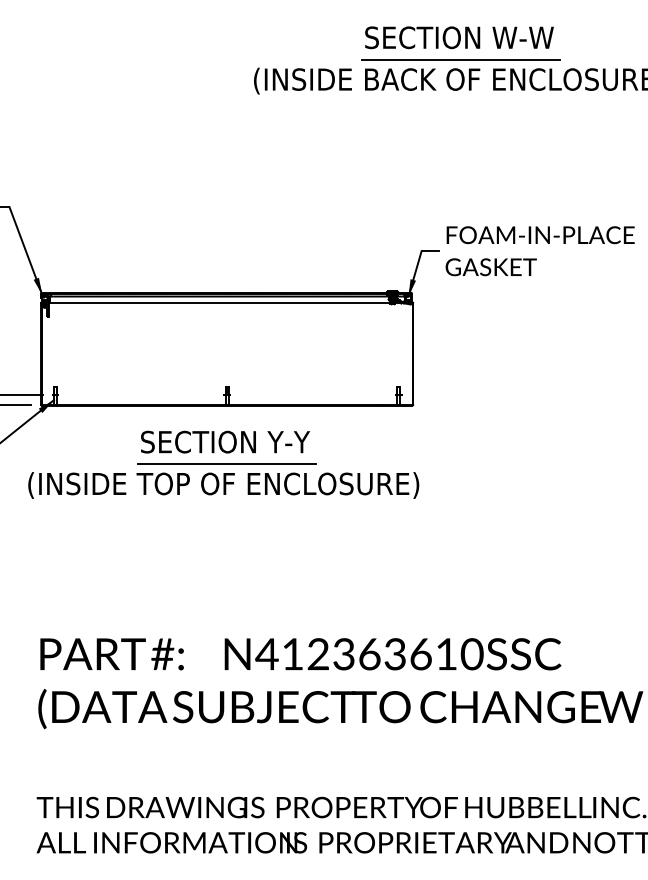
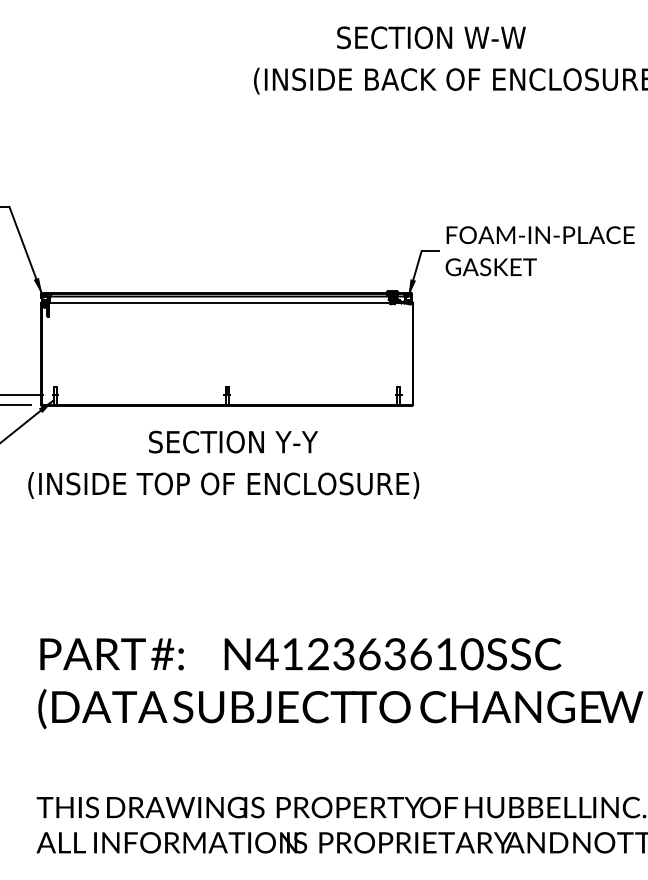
text at (459, 37) position: (459, 37) -> (431, 37)
line at (460, 59): present -> none
text at (225, 441) position: (225, 441) -> (233, 441)
line at (227, 463): present -> none
